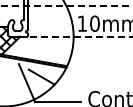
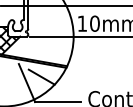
line at (66, 5): dashed -> solid
line at (81, 36): dashed -> solid
